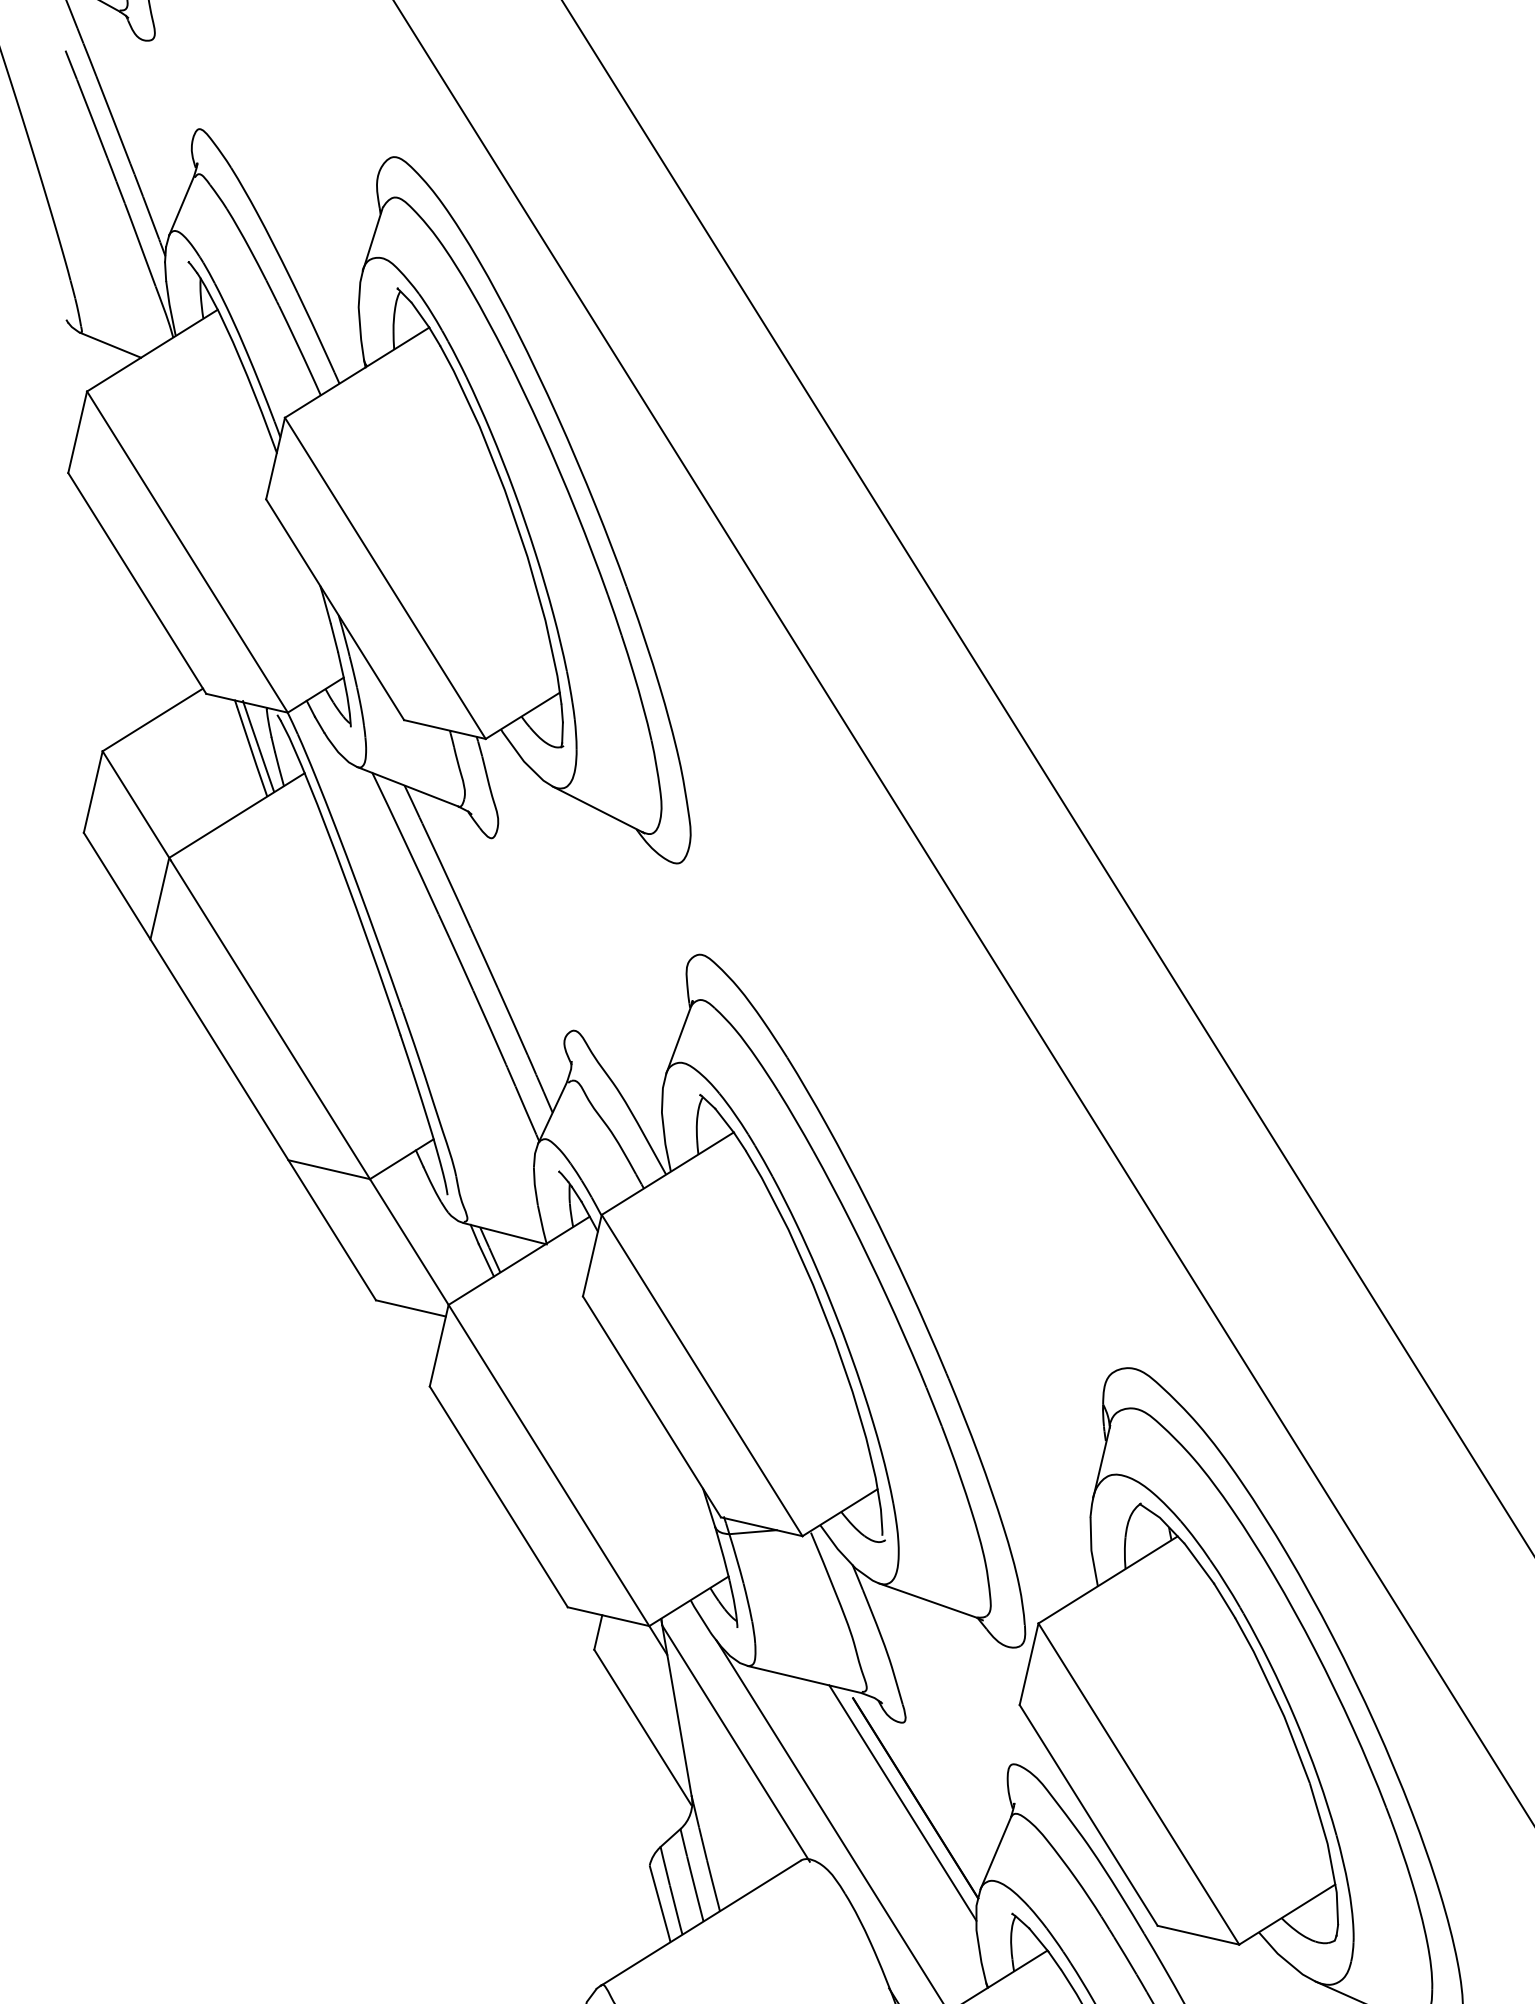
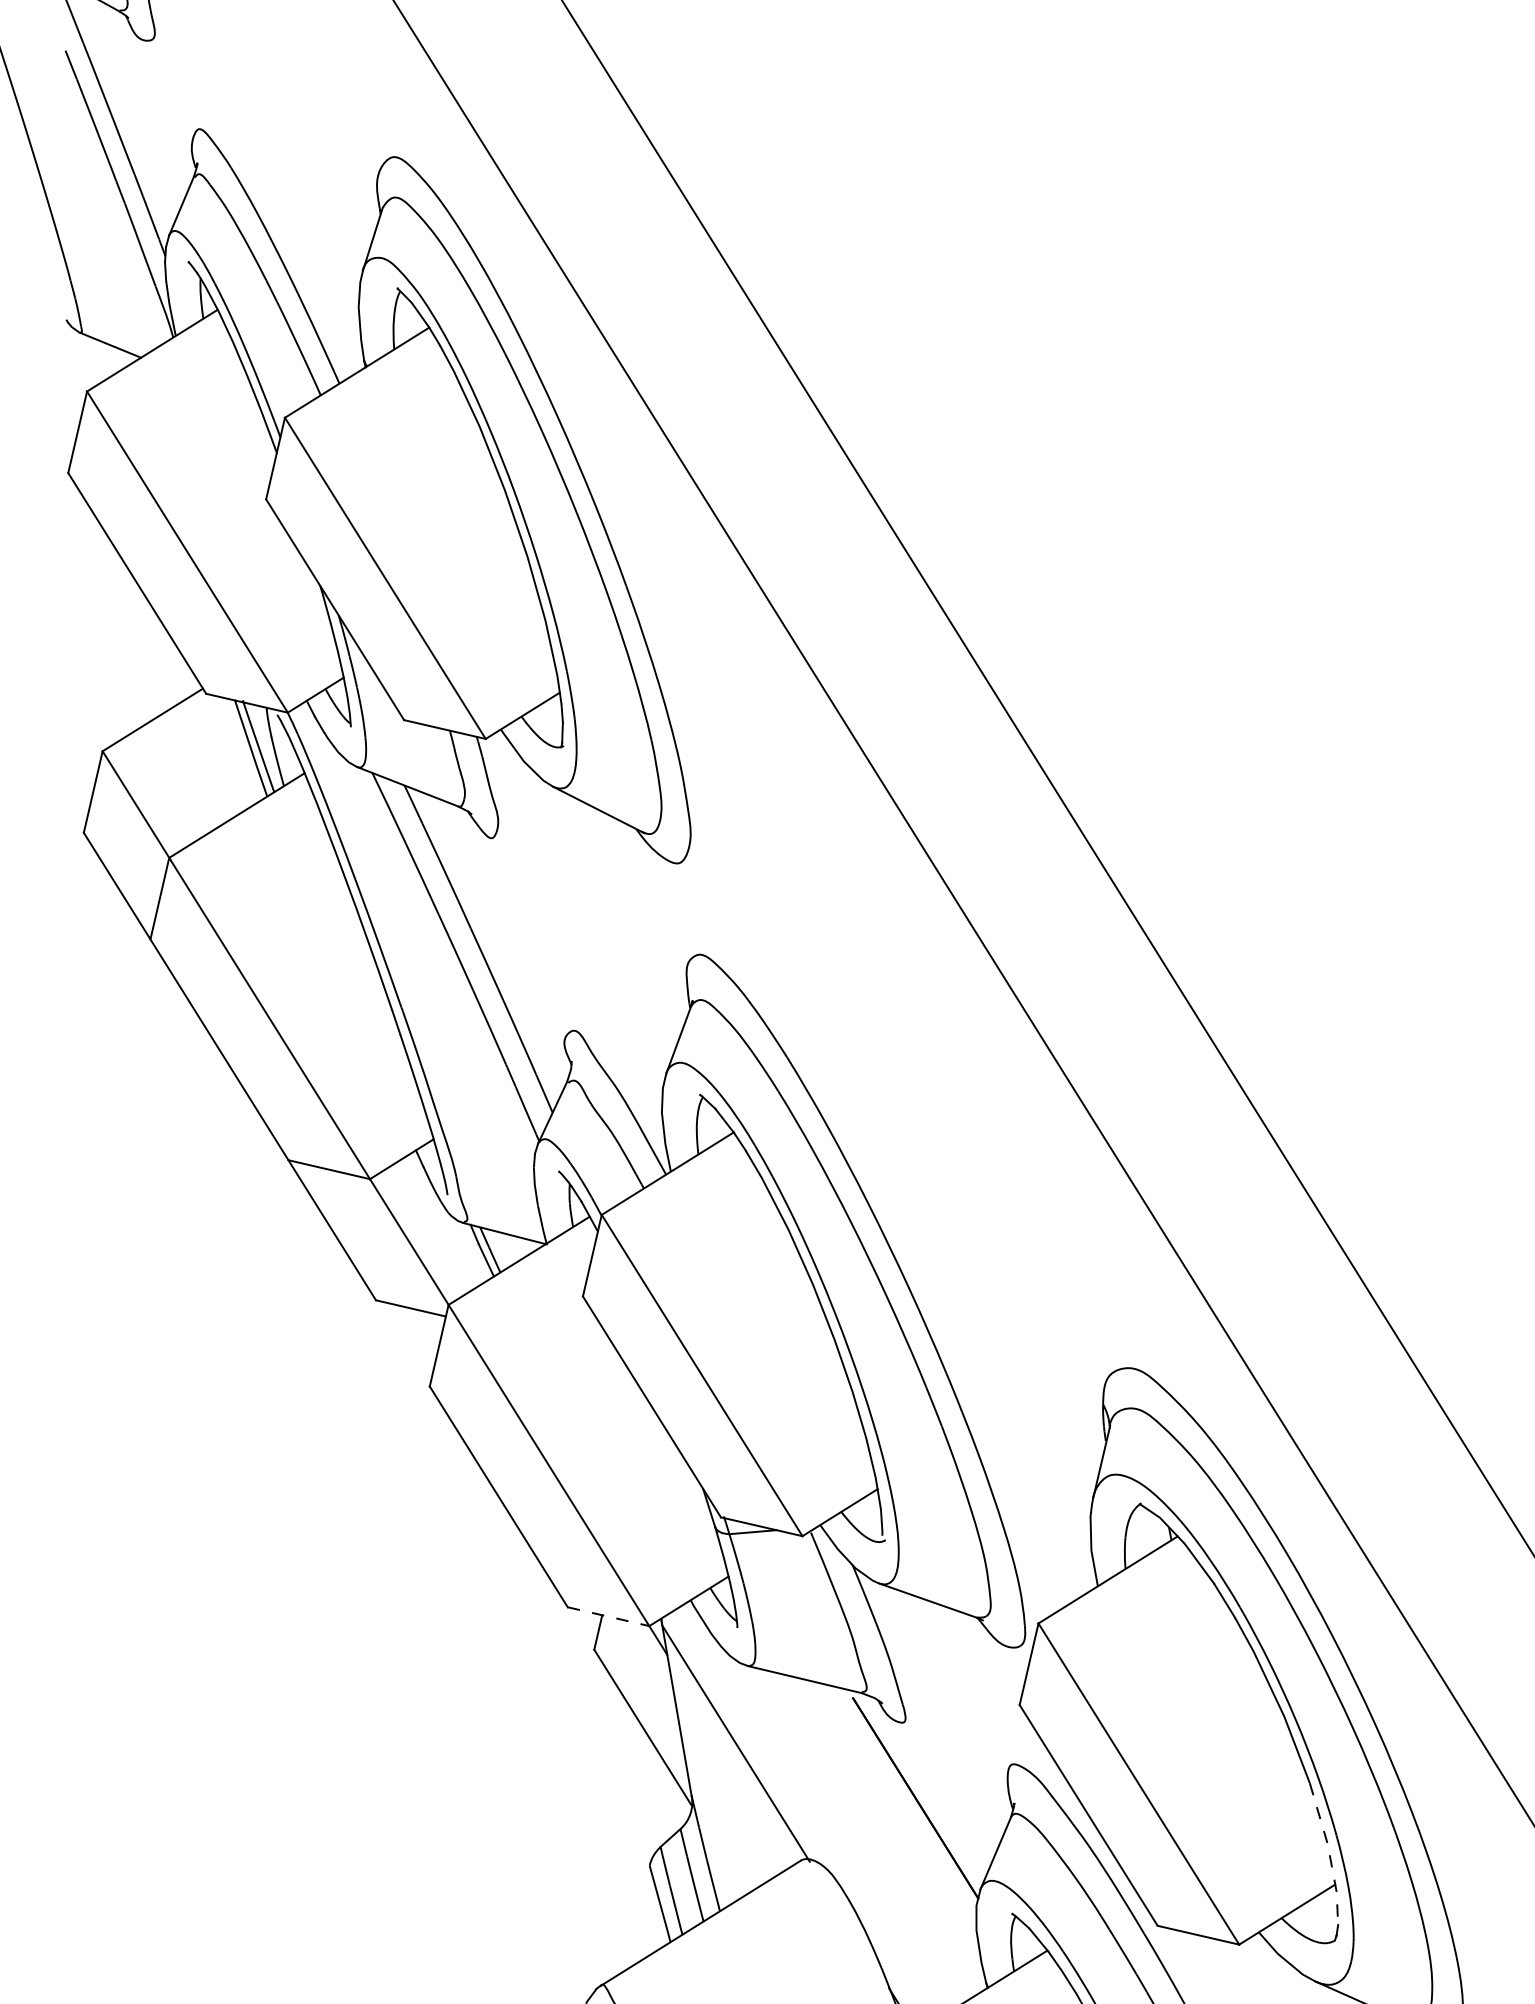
line at (608, 1616): solid -> dashed
line at (902, 1802): present -> none
line at (828, 1820): present -> none
line at (1329, 1853): solid -> dashed
